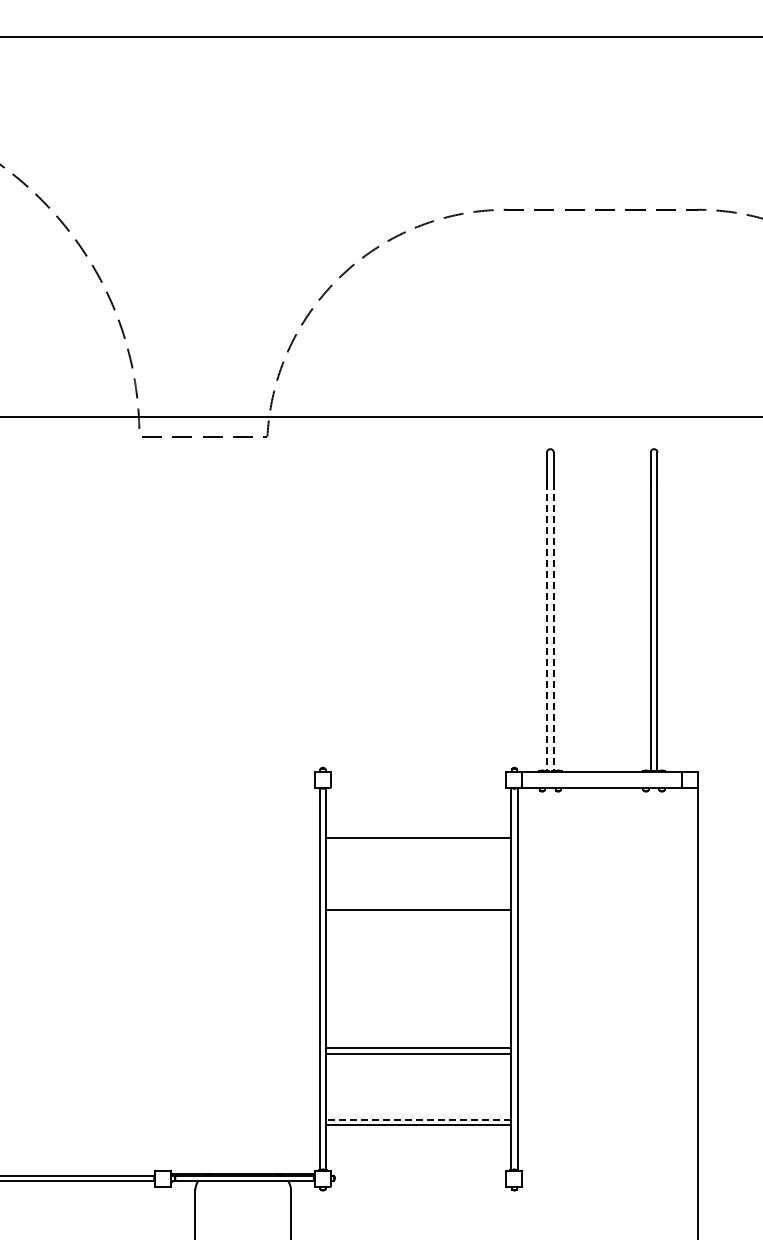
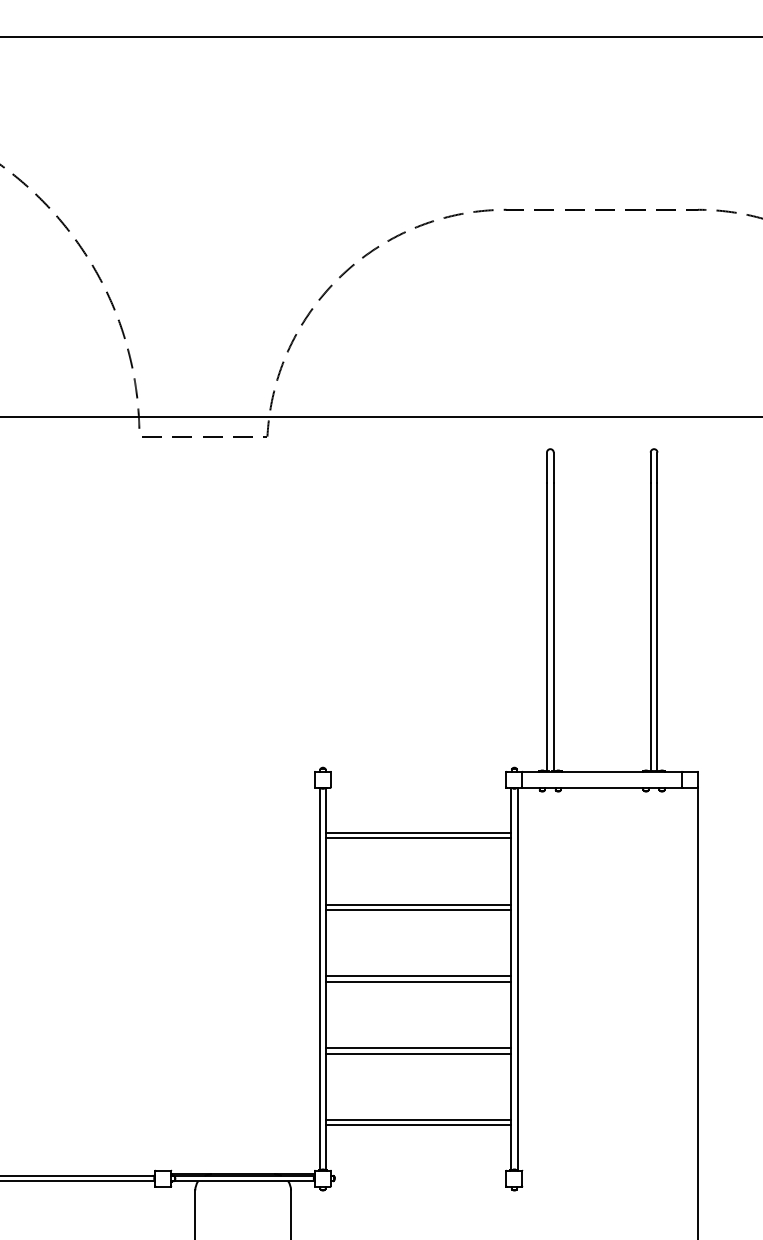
line at (546, 627): dashed -> solid
line at (553, 627): dashed -> solid
line at (418, 832): none -> present
line at (418, 904): none -> present
line at (418, 976): none -> present
line at (418, 981): none -> present
line at (418, 1120): dashed -> solid
